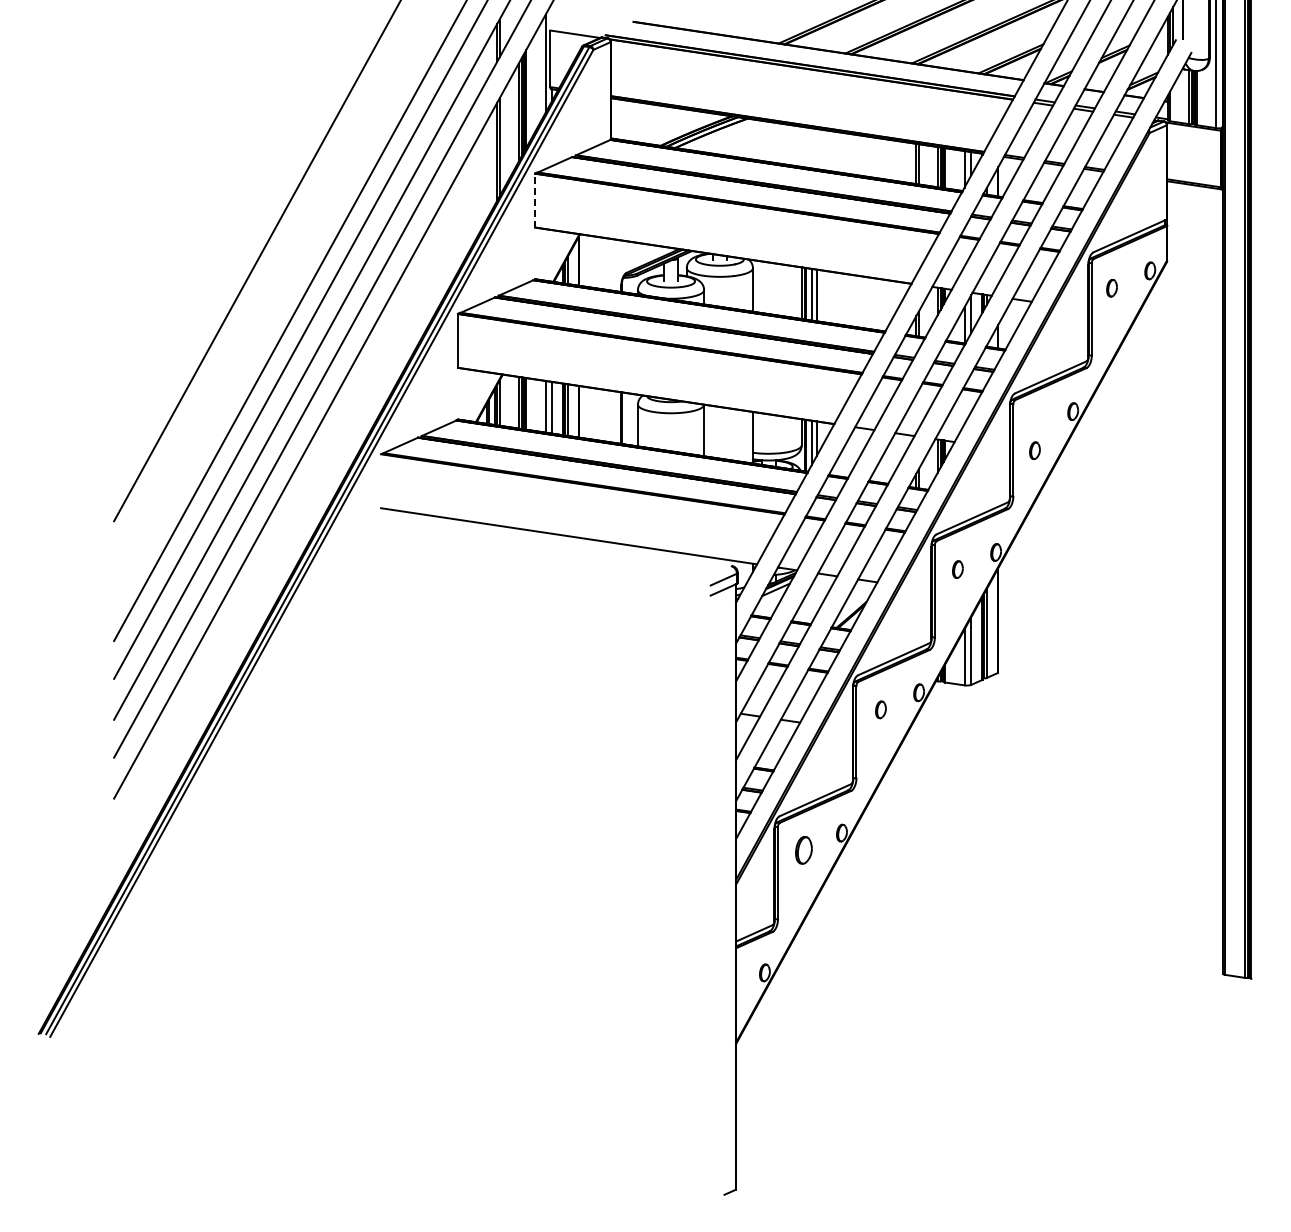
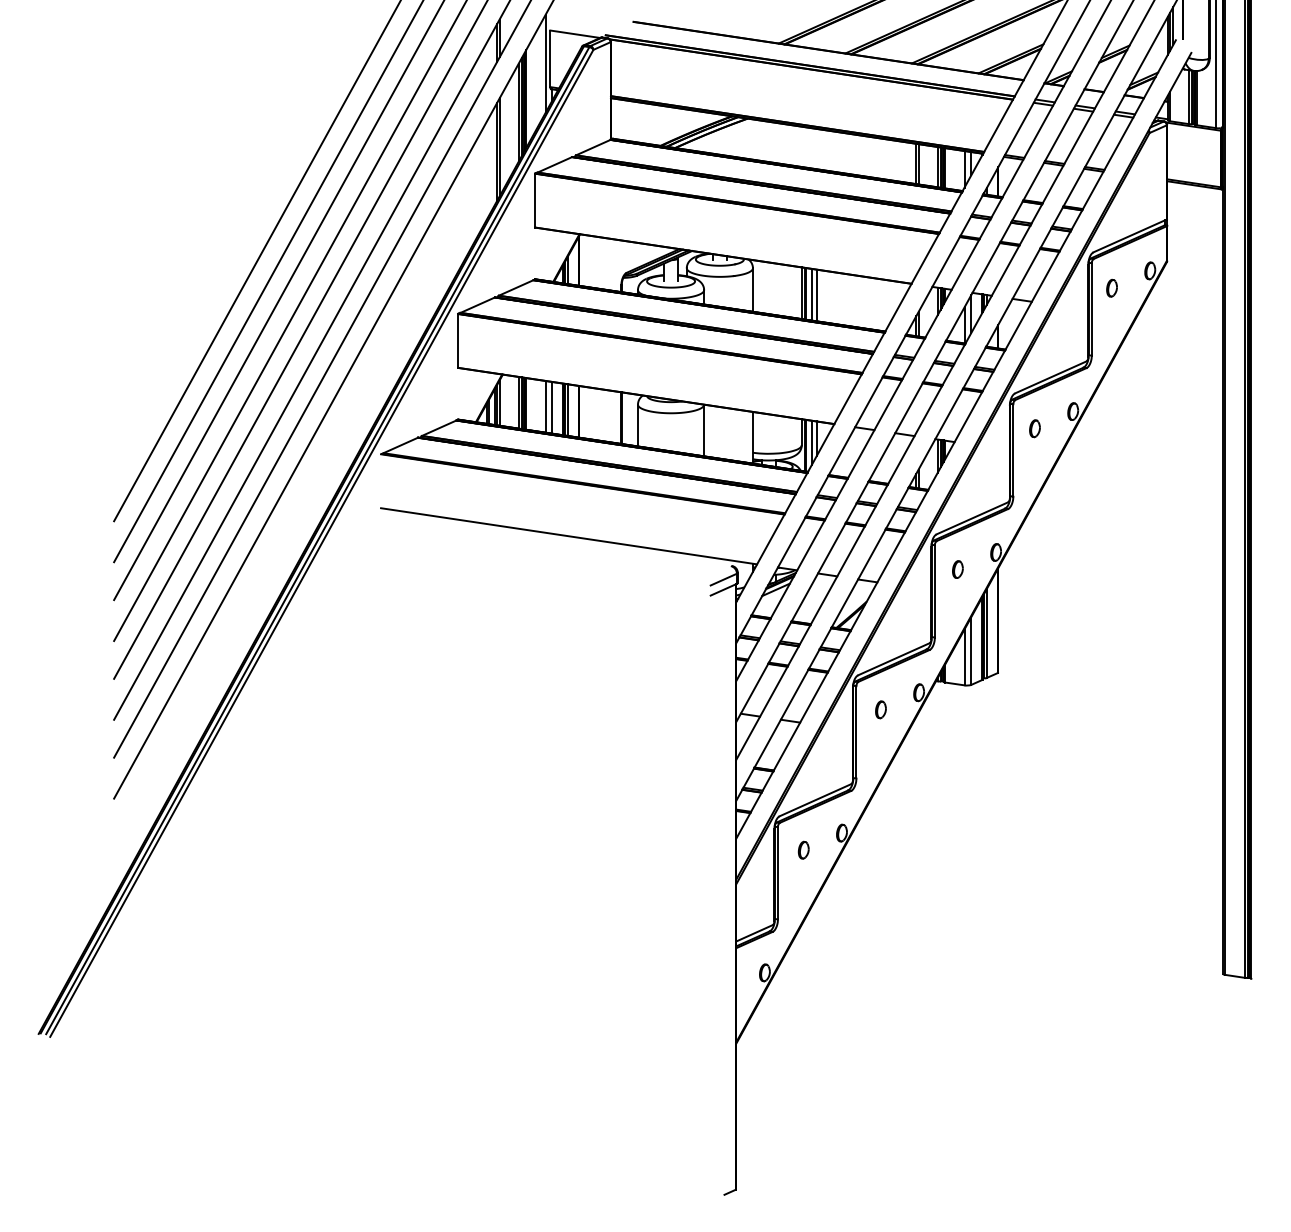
line at (535, 200): dashed -> solid
line at (268, 282): none -> present
line at (278, 301): none -> present
part at (1034, 450) position: (1034, 450) -> (1034, 428)
part at (803, 850) size: 18x29 px -> 13x20 px
